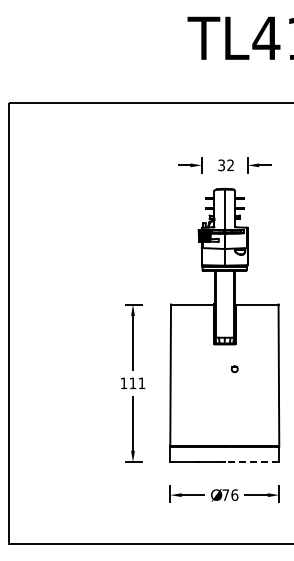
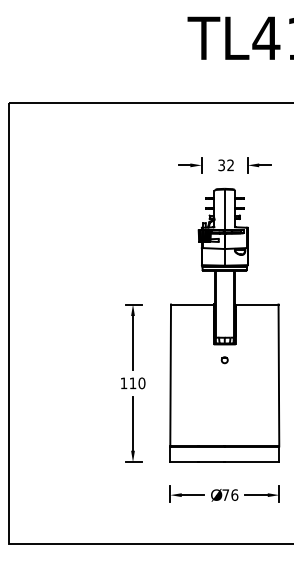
part at (234, 369) position: (234, 369) -> (224, 360)
text at (141, 383): 111 -> 110
line at (251, 462): dashed -> solid
